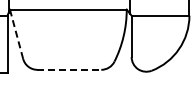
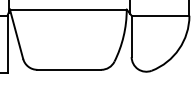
line at (16, 34): dashed -> solid
line at (69, 69): dashed -> solid
